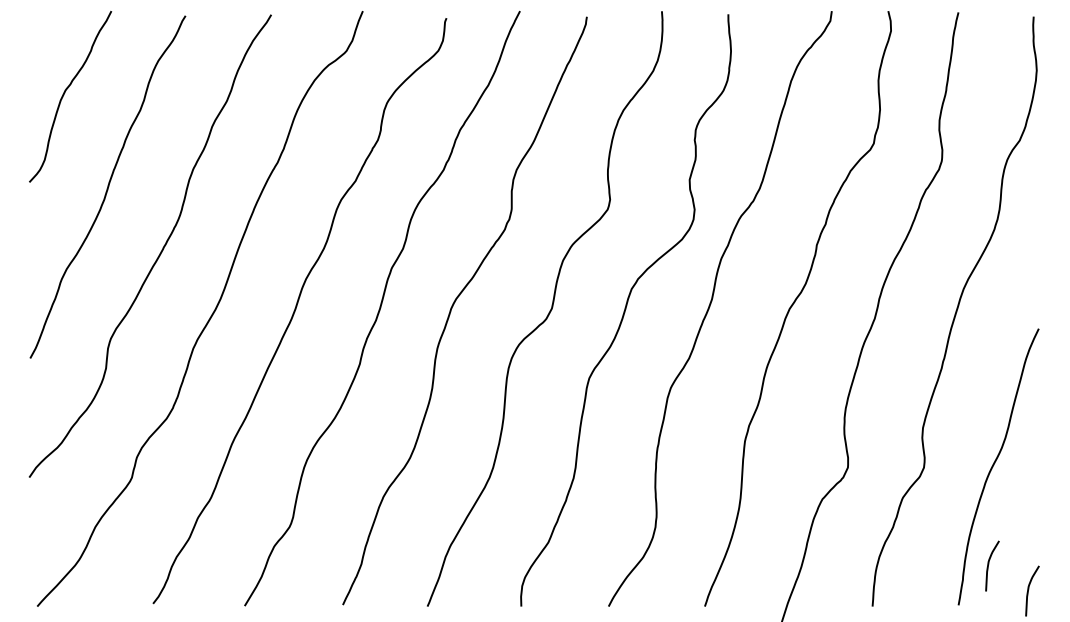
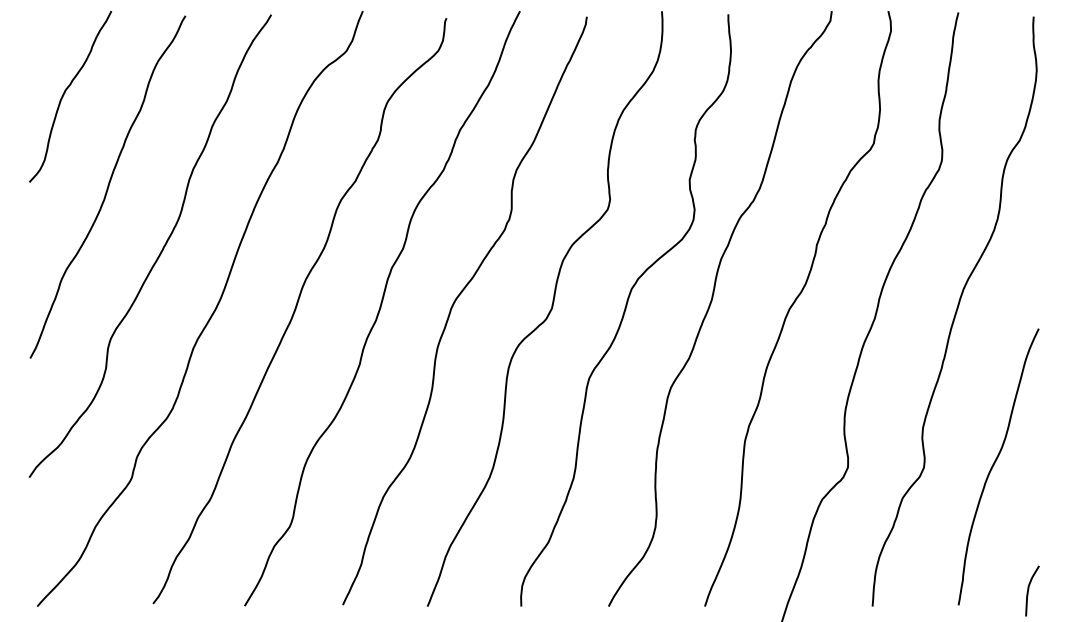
curve at (989, 564): present -> none
